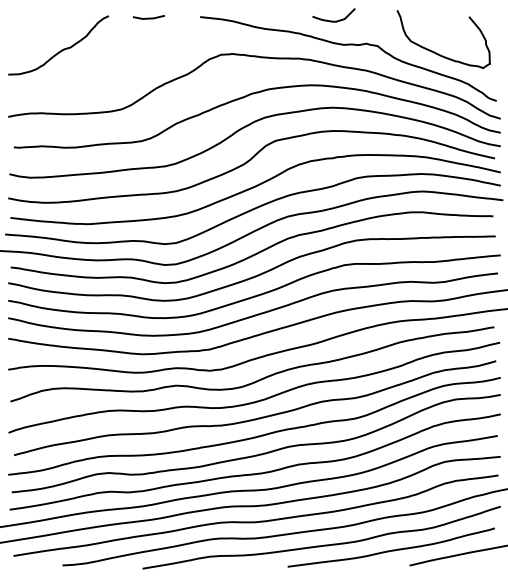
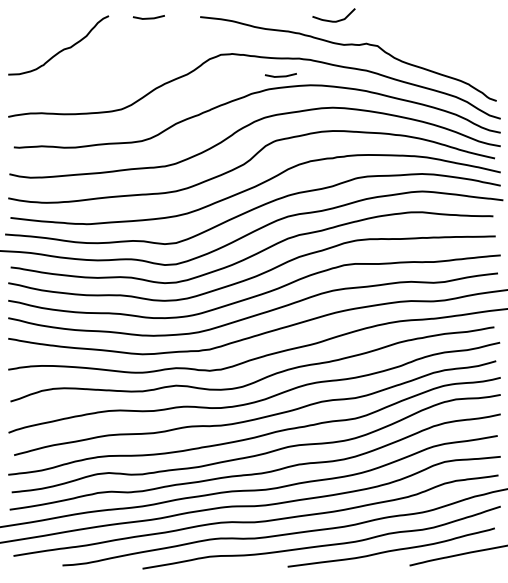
curve at (436, 52): present -> none
line at (280, 75): none -> present
